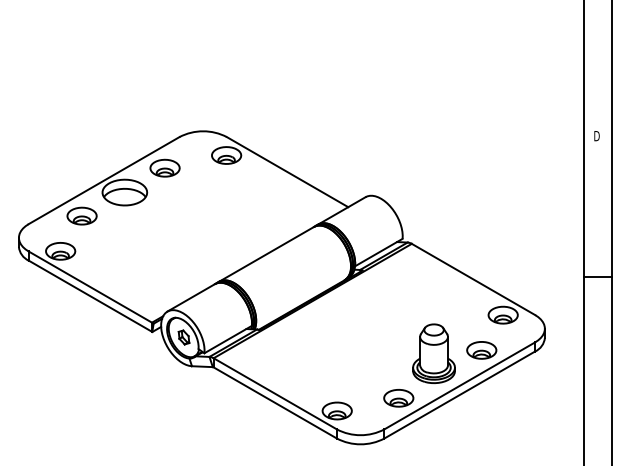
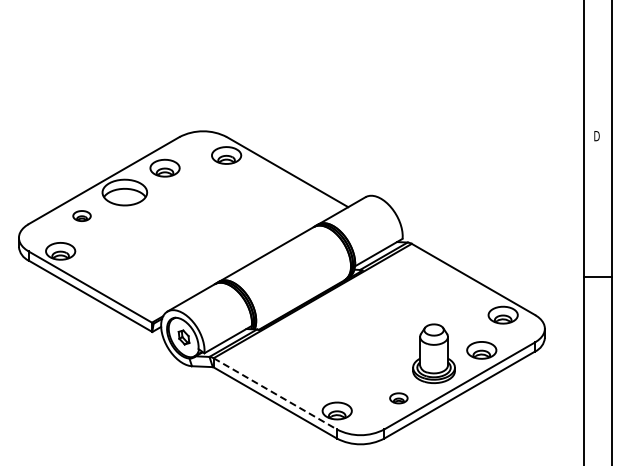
part at (81, 215) size: 32x20 px -> 20x12 px
line at (275, 394): solid -> dashed
part at (398, 398) size: 32x19 px -> 20x13 px
